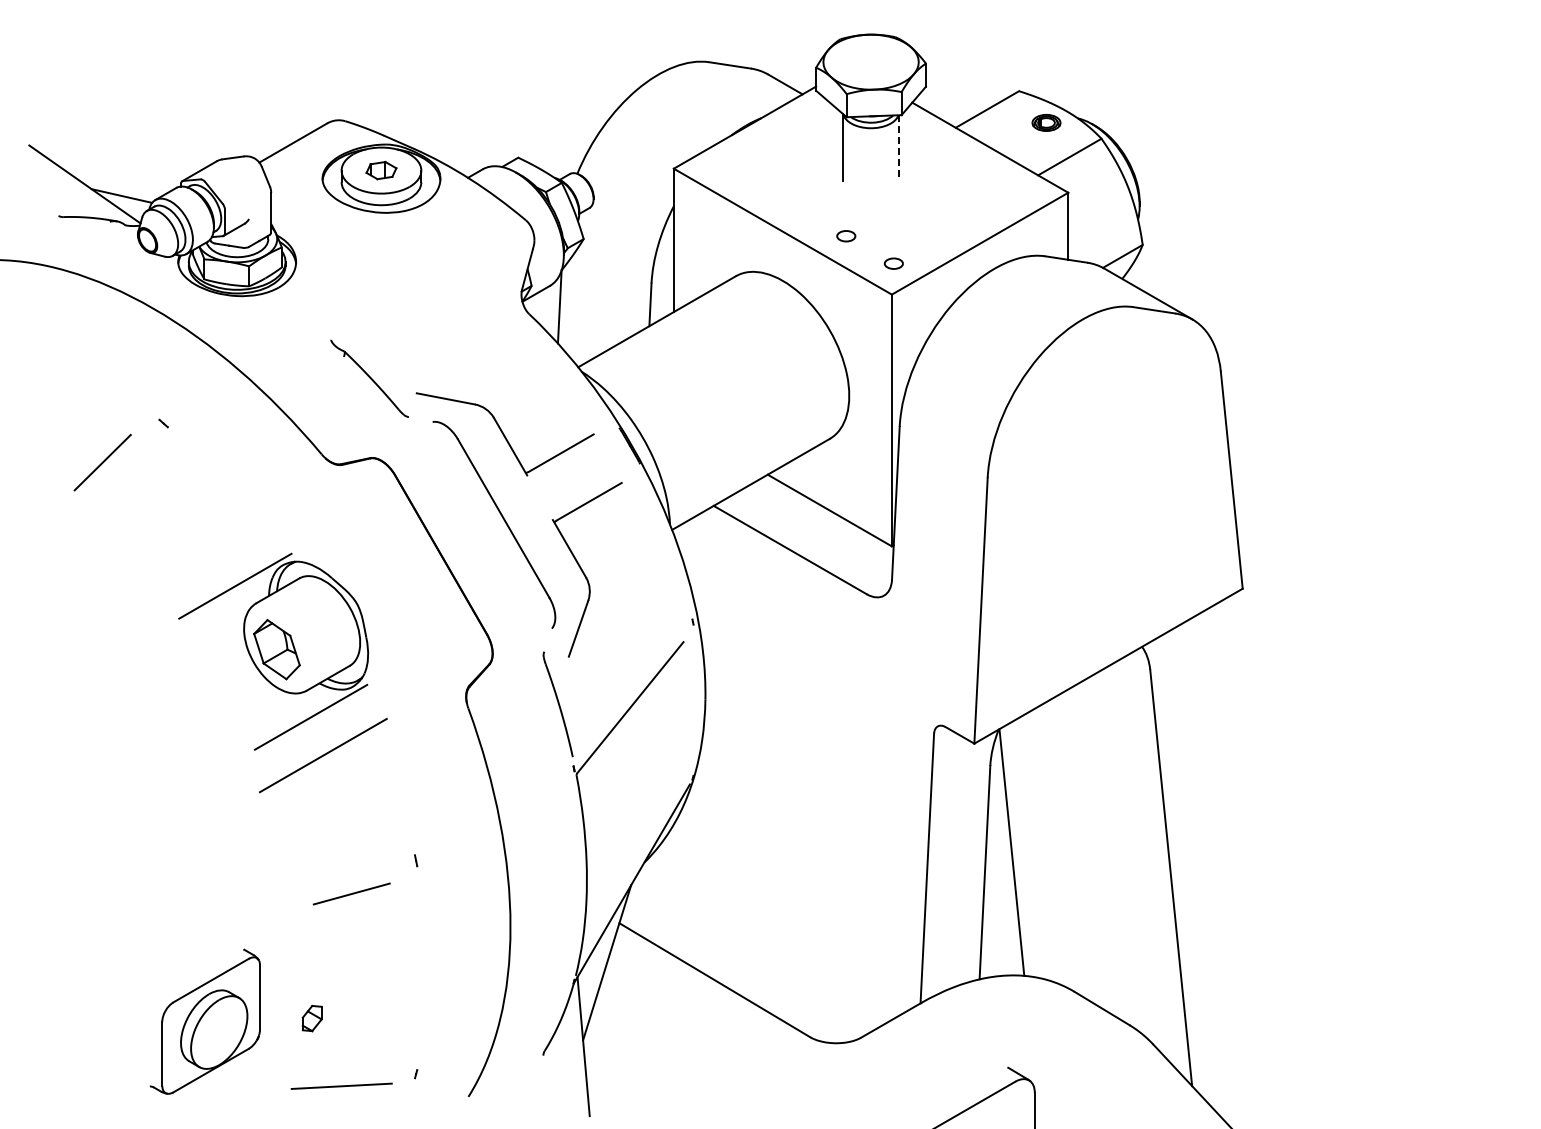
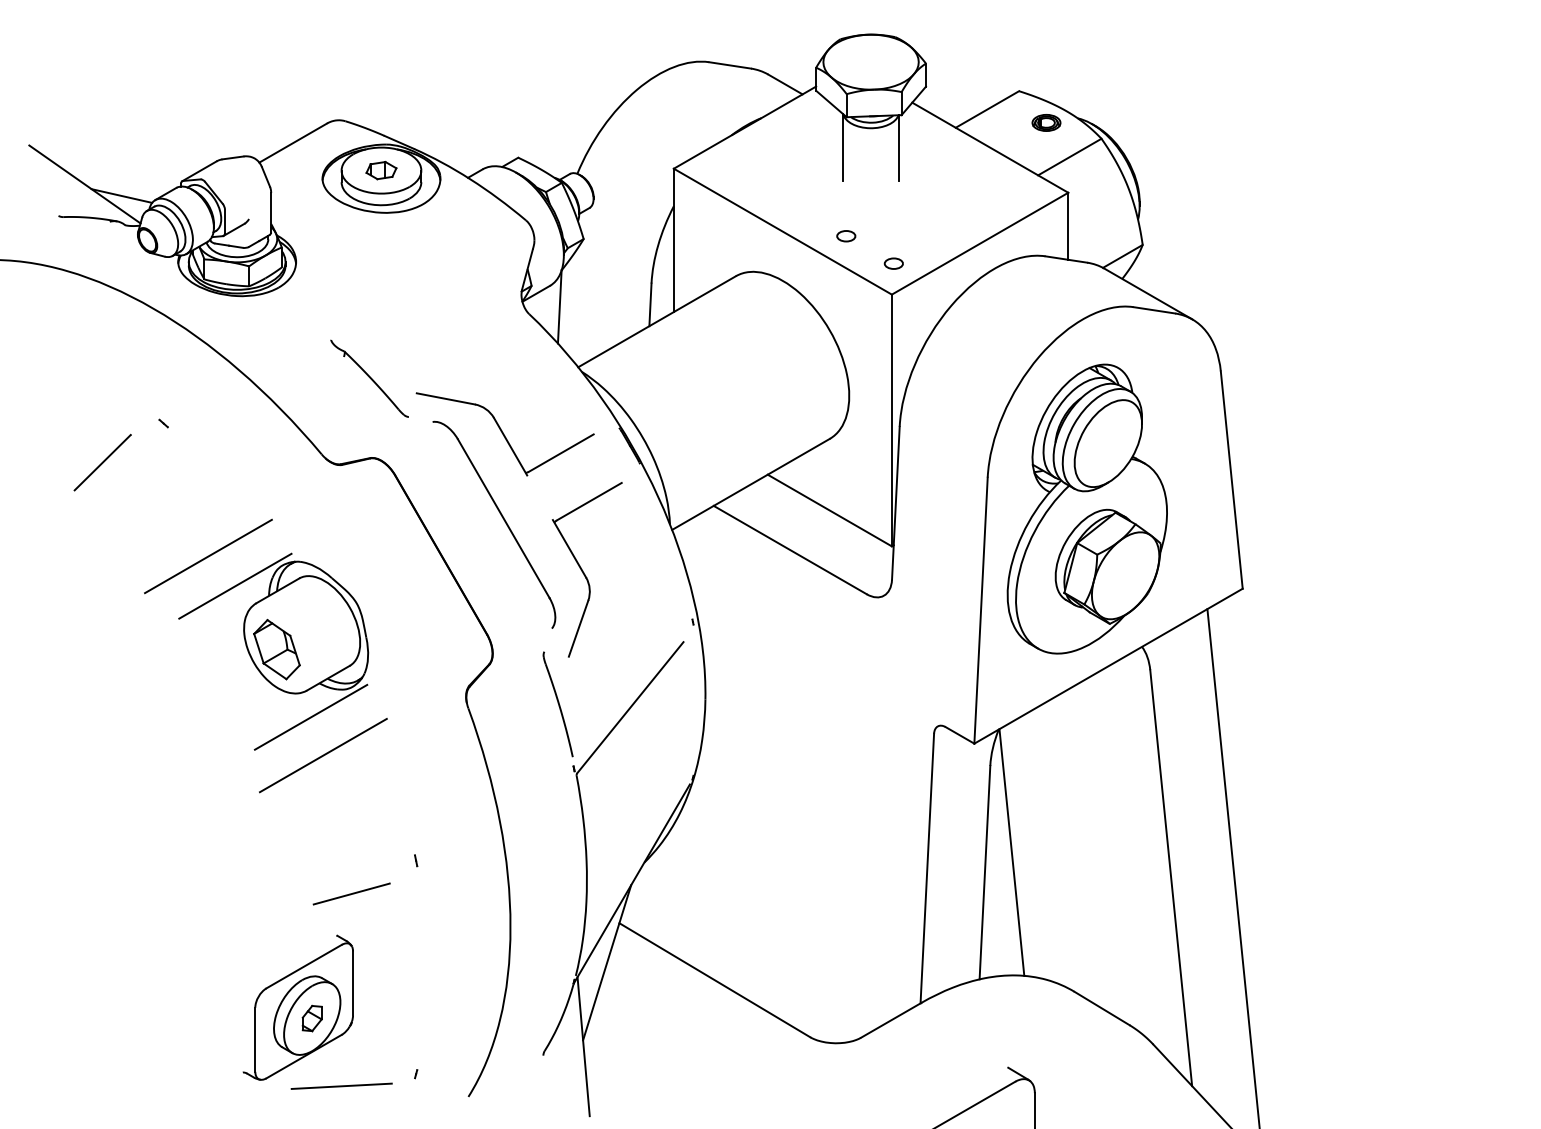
line at (899, 148): dashed -> solid
part at (1086, 508): none -> present
line at (208, 556): none -> present
line at (1233, 867): none -> present
part at (204, 1021) position: (204, 1021) -> (297, 1007)
